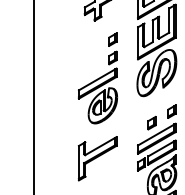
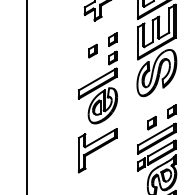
part at (92, 50): none -> present
line at (34, 96) position: (34, 96) -> (27, 96)
part at (97, 158) position: (97, 158) -> (97, 150)
